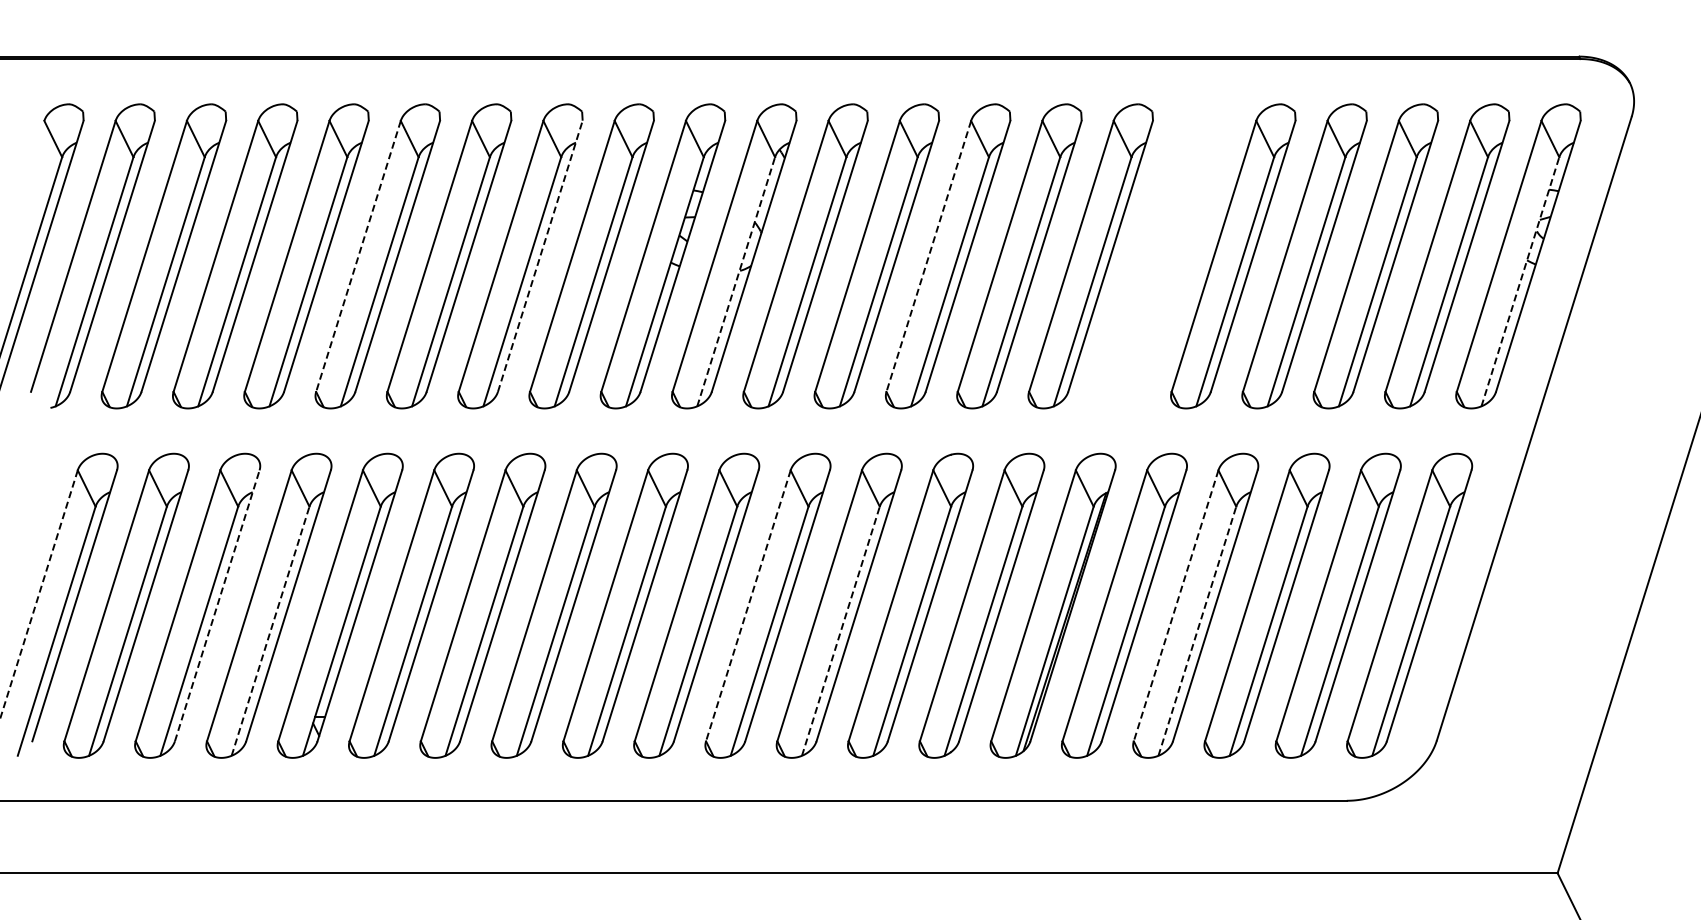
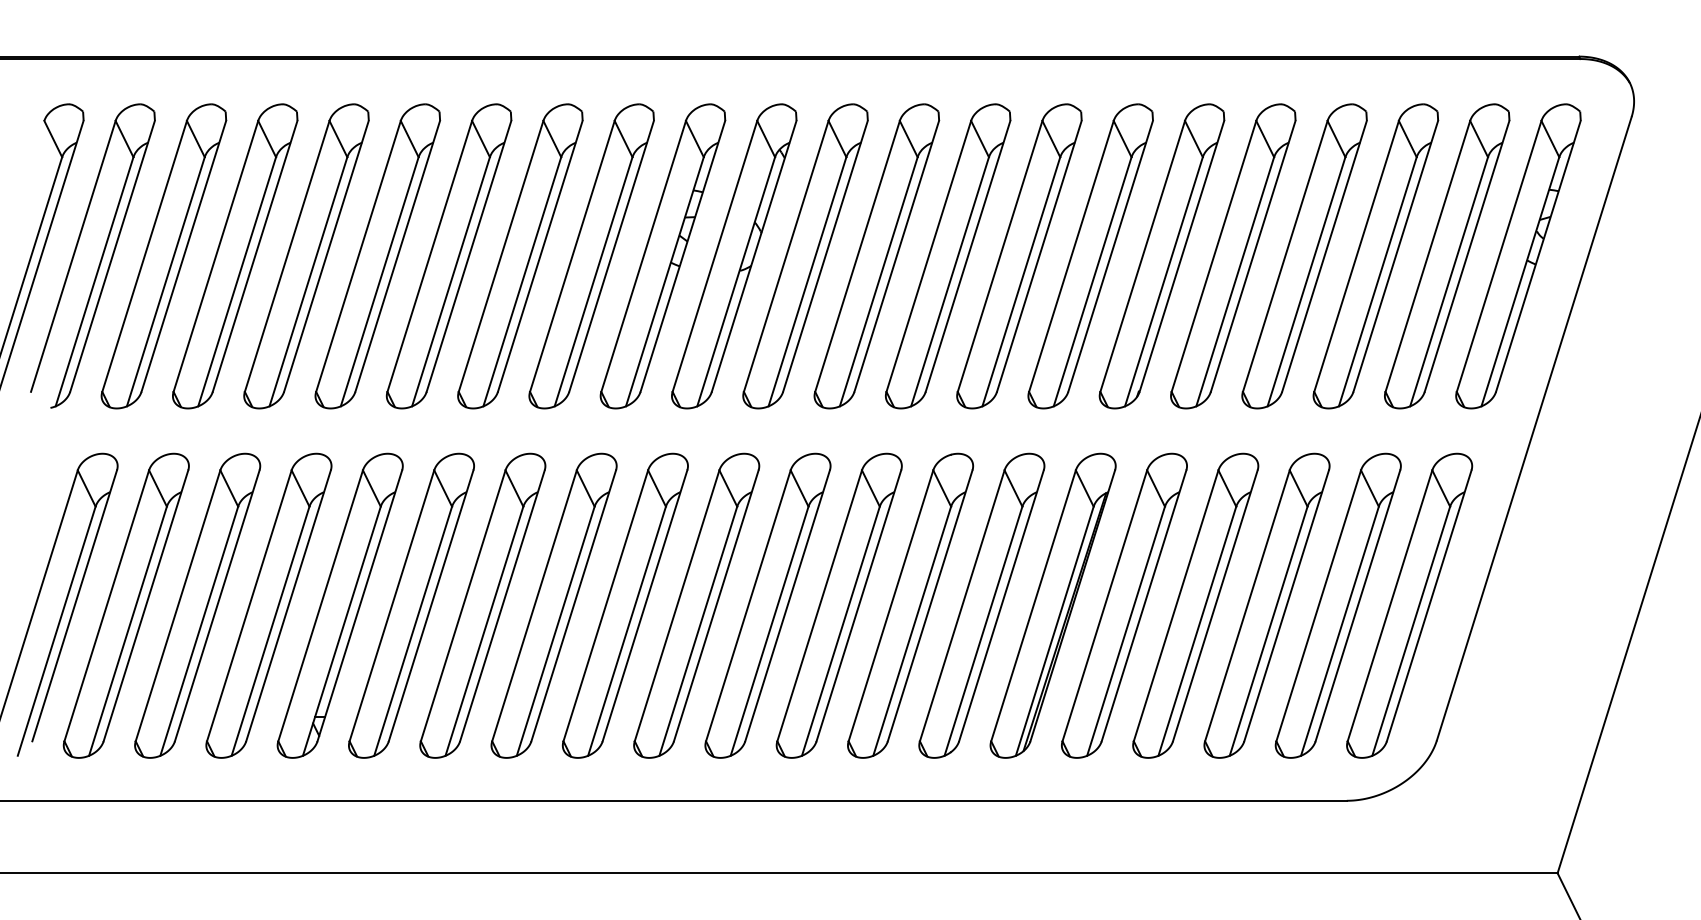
line at (358, 256): dashed -> solid
line at (540, 256): dashed -> solid
line at (928, 256): dashed -> solid
part at (1161, 256): none -> present
line at (736, 281): dashed -> solid
line at (1520, 281): dashed -> solid
line at (38, 595): dashed -> solid
line at (217, 605): dashed -> solid
line at (748, 605): dashed -> solid
line at (1176, 605): dashed -> solid
line at (270, 630): dashed -> solid
line at (841, 630): dashed -> solid
line at (1197, 630): dashed -> solid
